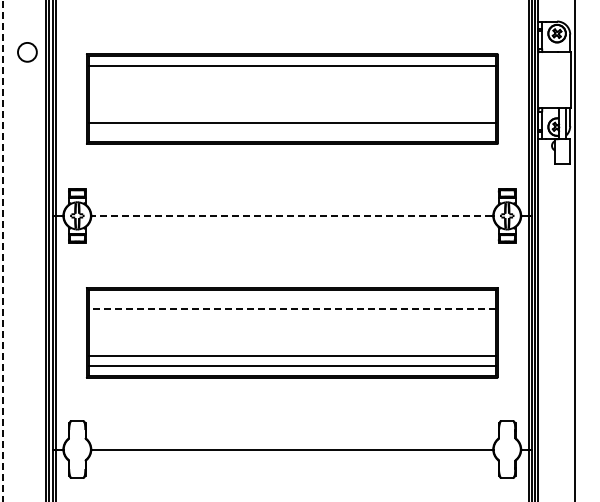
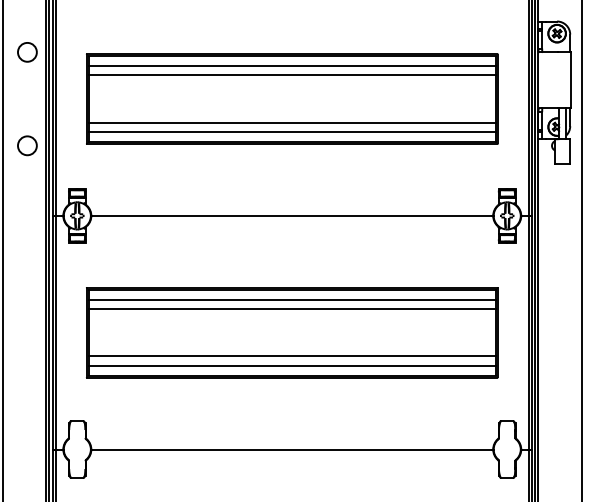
line at (292, 75): none -> present
line at (292, 132): none -> present
circle at (27, 145): none -> present
line at (292, 215): dashed -> solid
line at (574, 250) position: (574, 250) -> (581, 250)
line at (2, 251): dashed -> solid
line at (292, 299): none -> present
line at (292, 308): dashed -> solid
